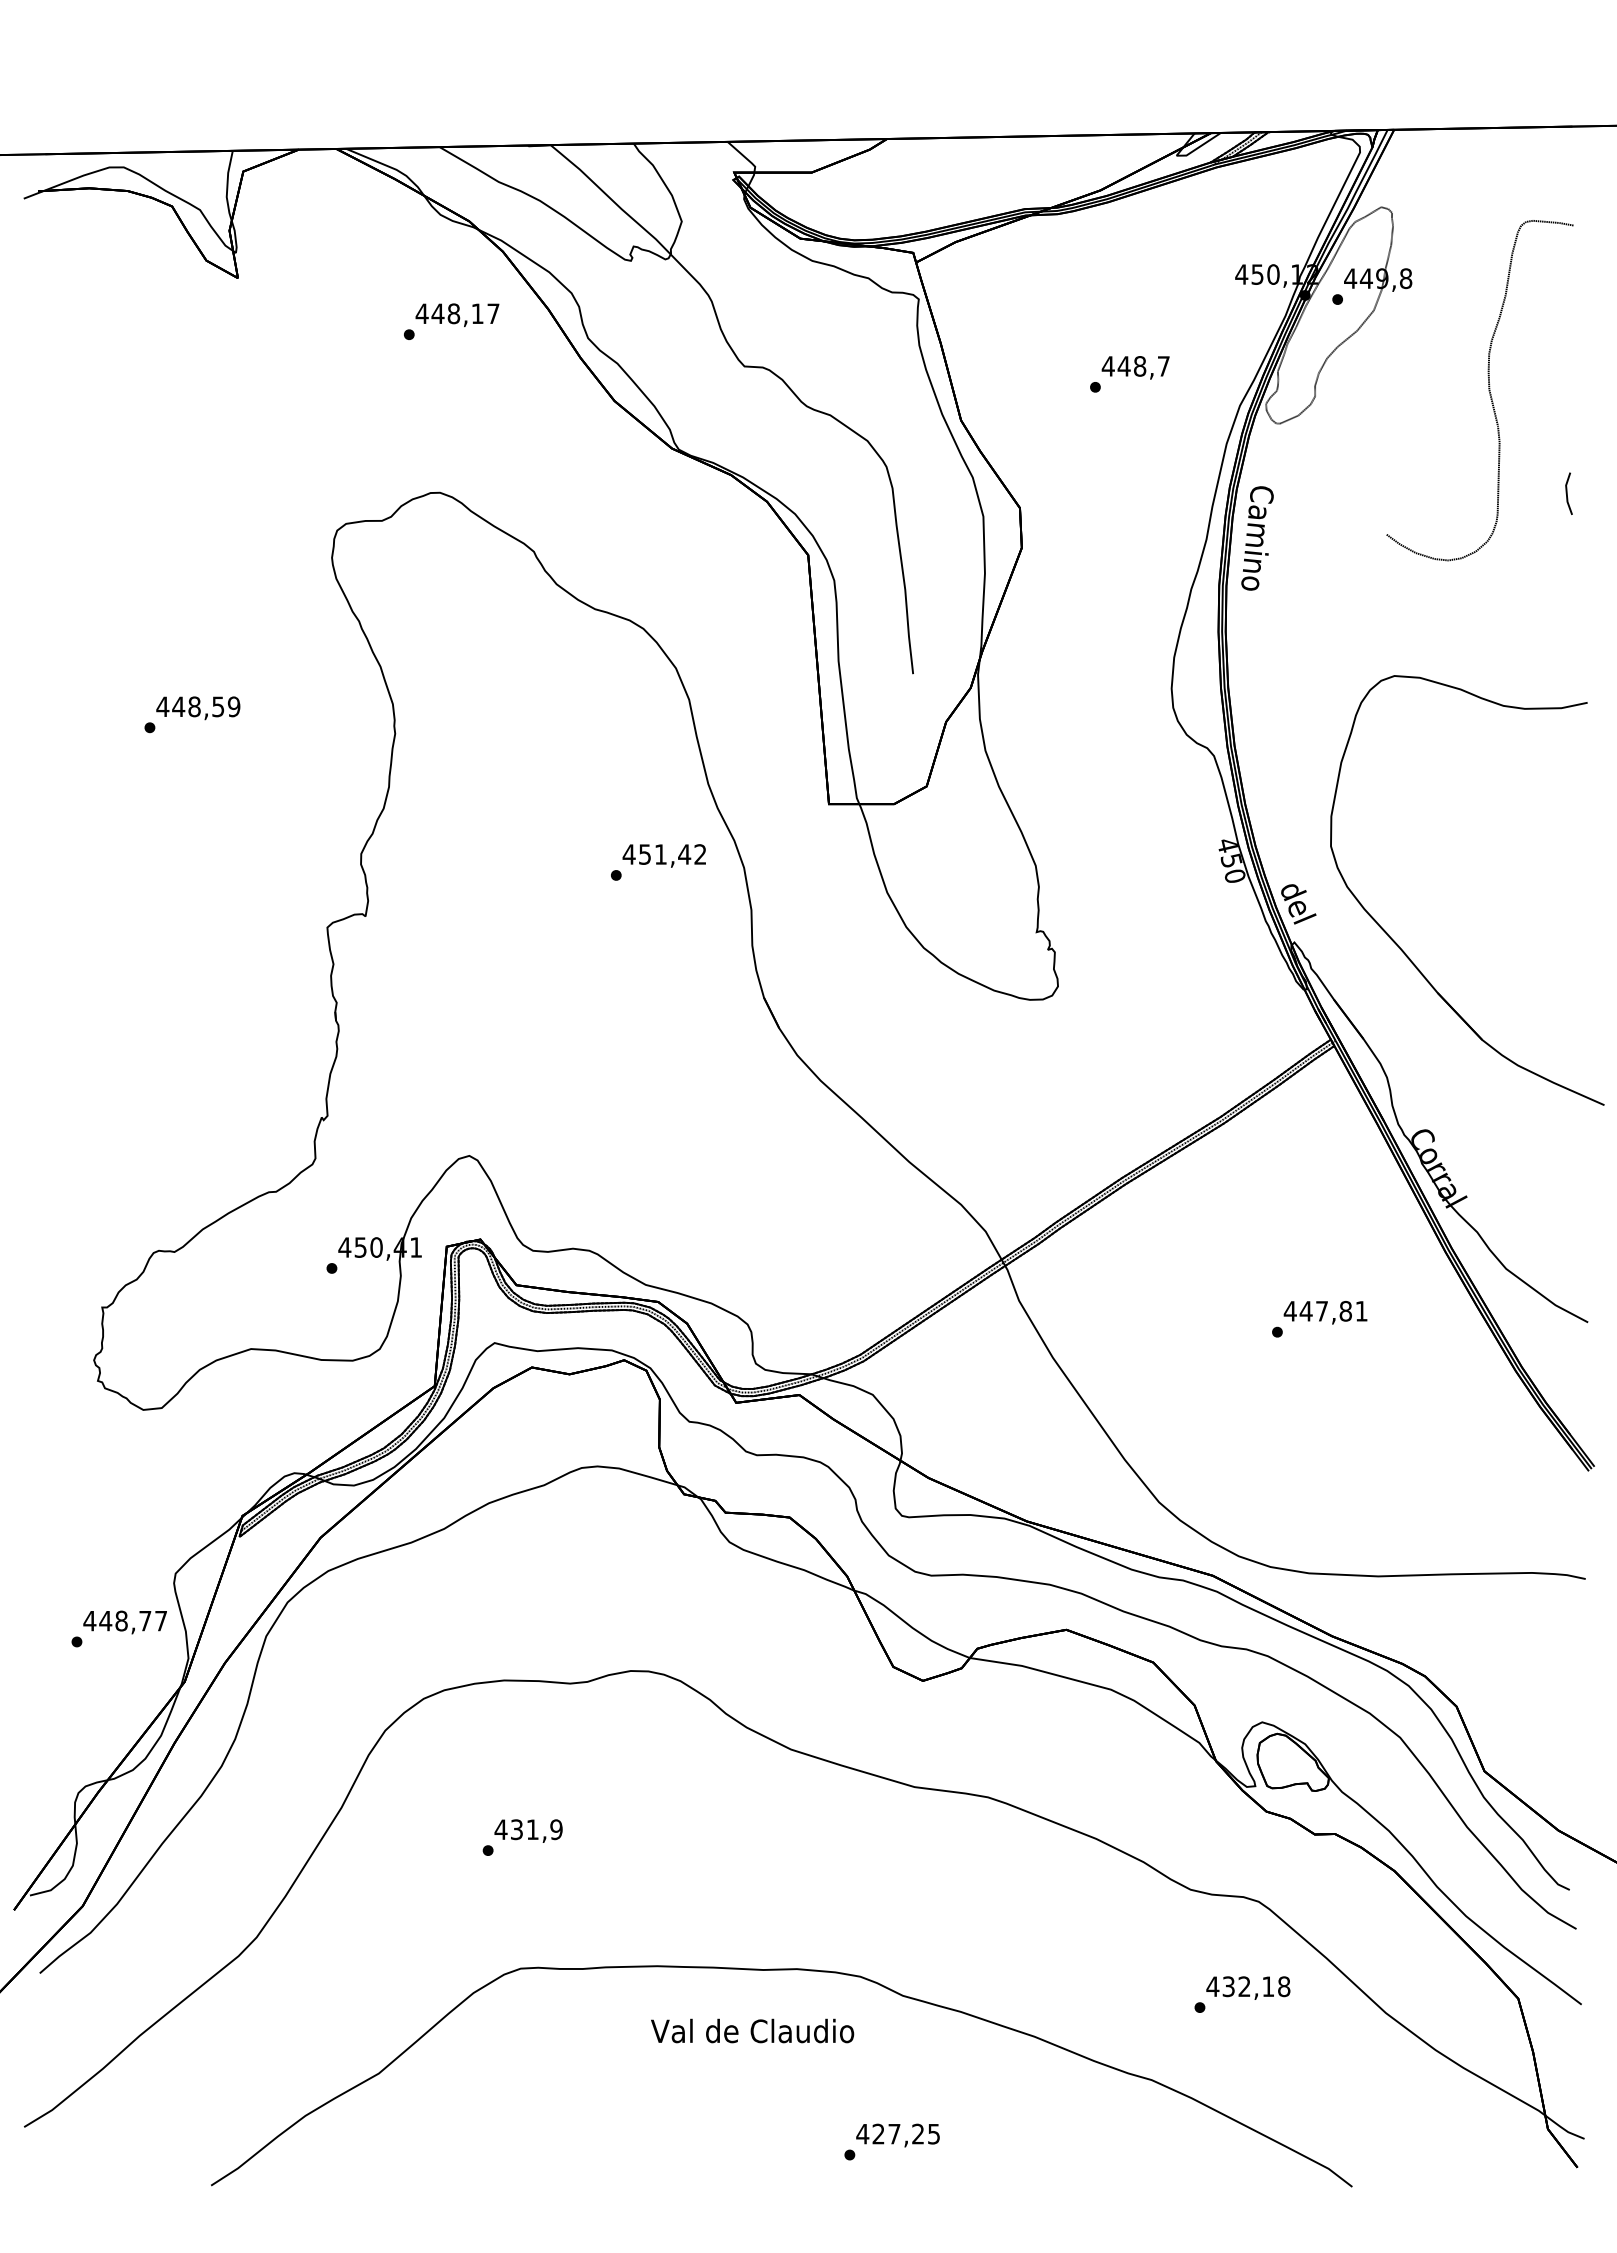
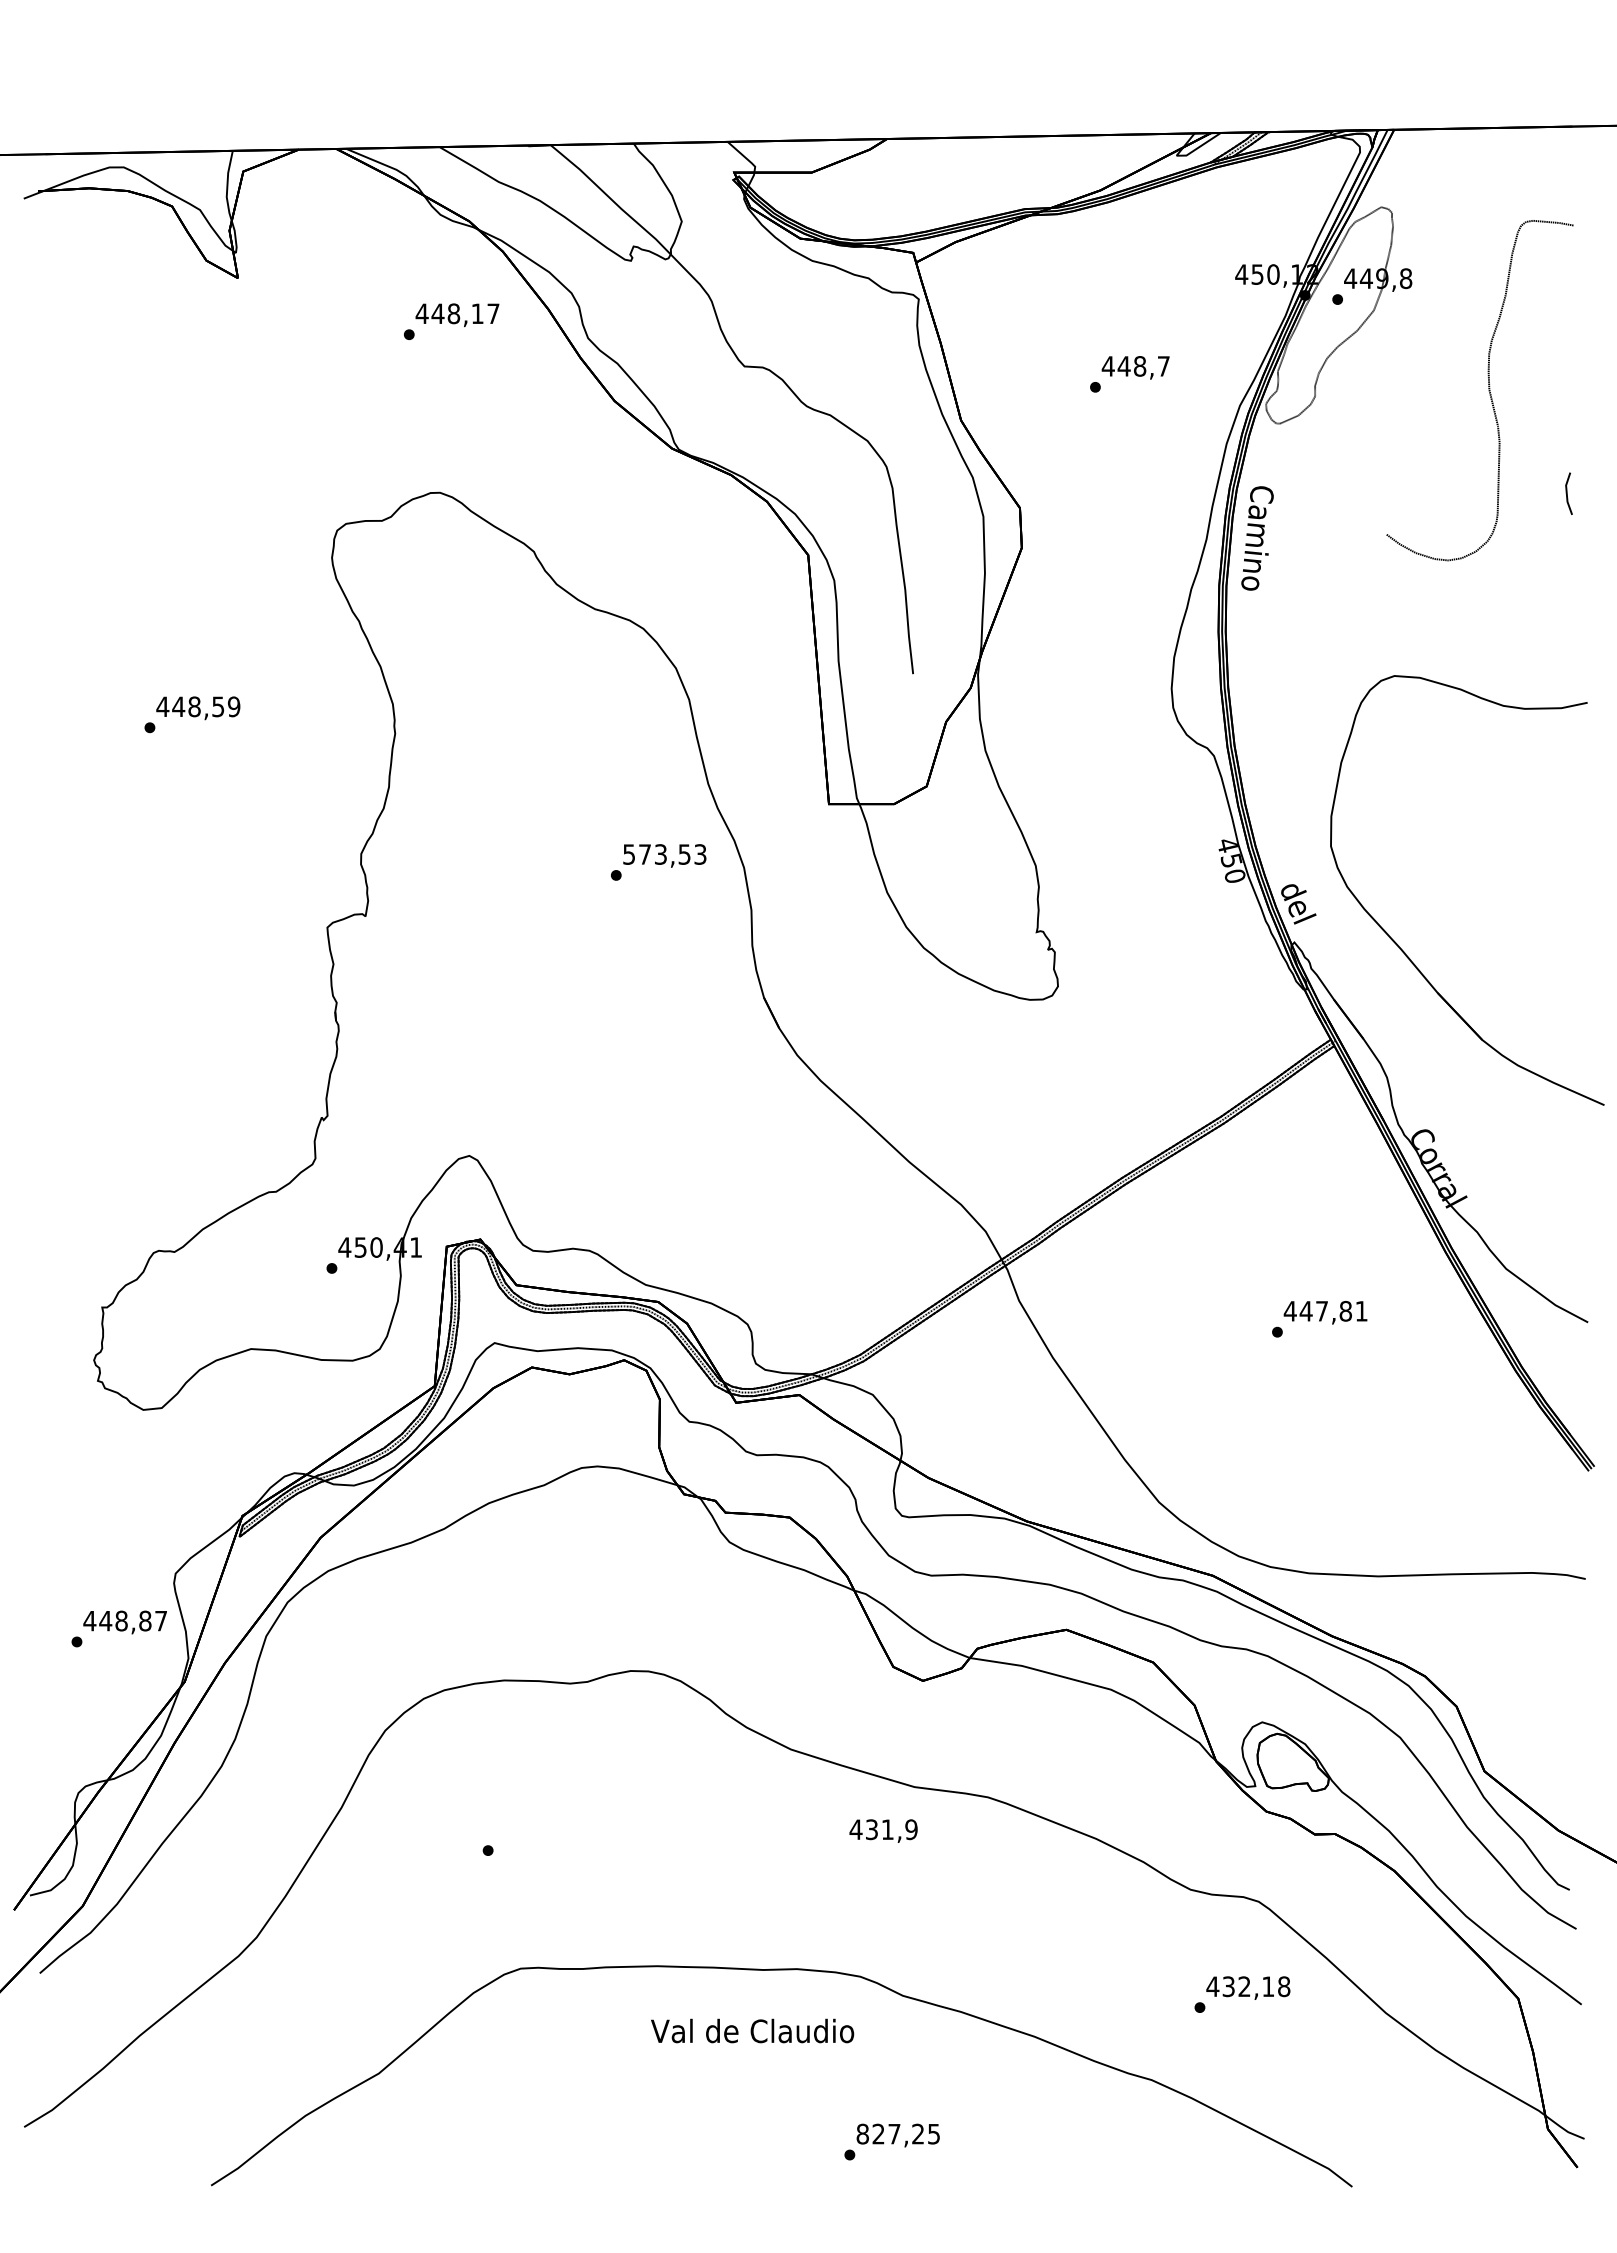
text at (664, 854): 451,42 -> 573,53
text at (145, 1620): 448,77 -> 448,87
text at (528, 1830) position: (528, 1830) -> (883, 1830)
text at (862, 2133): 427,25 -> 827,25
